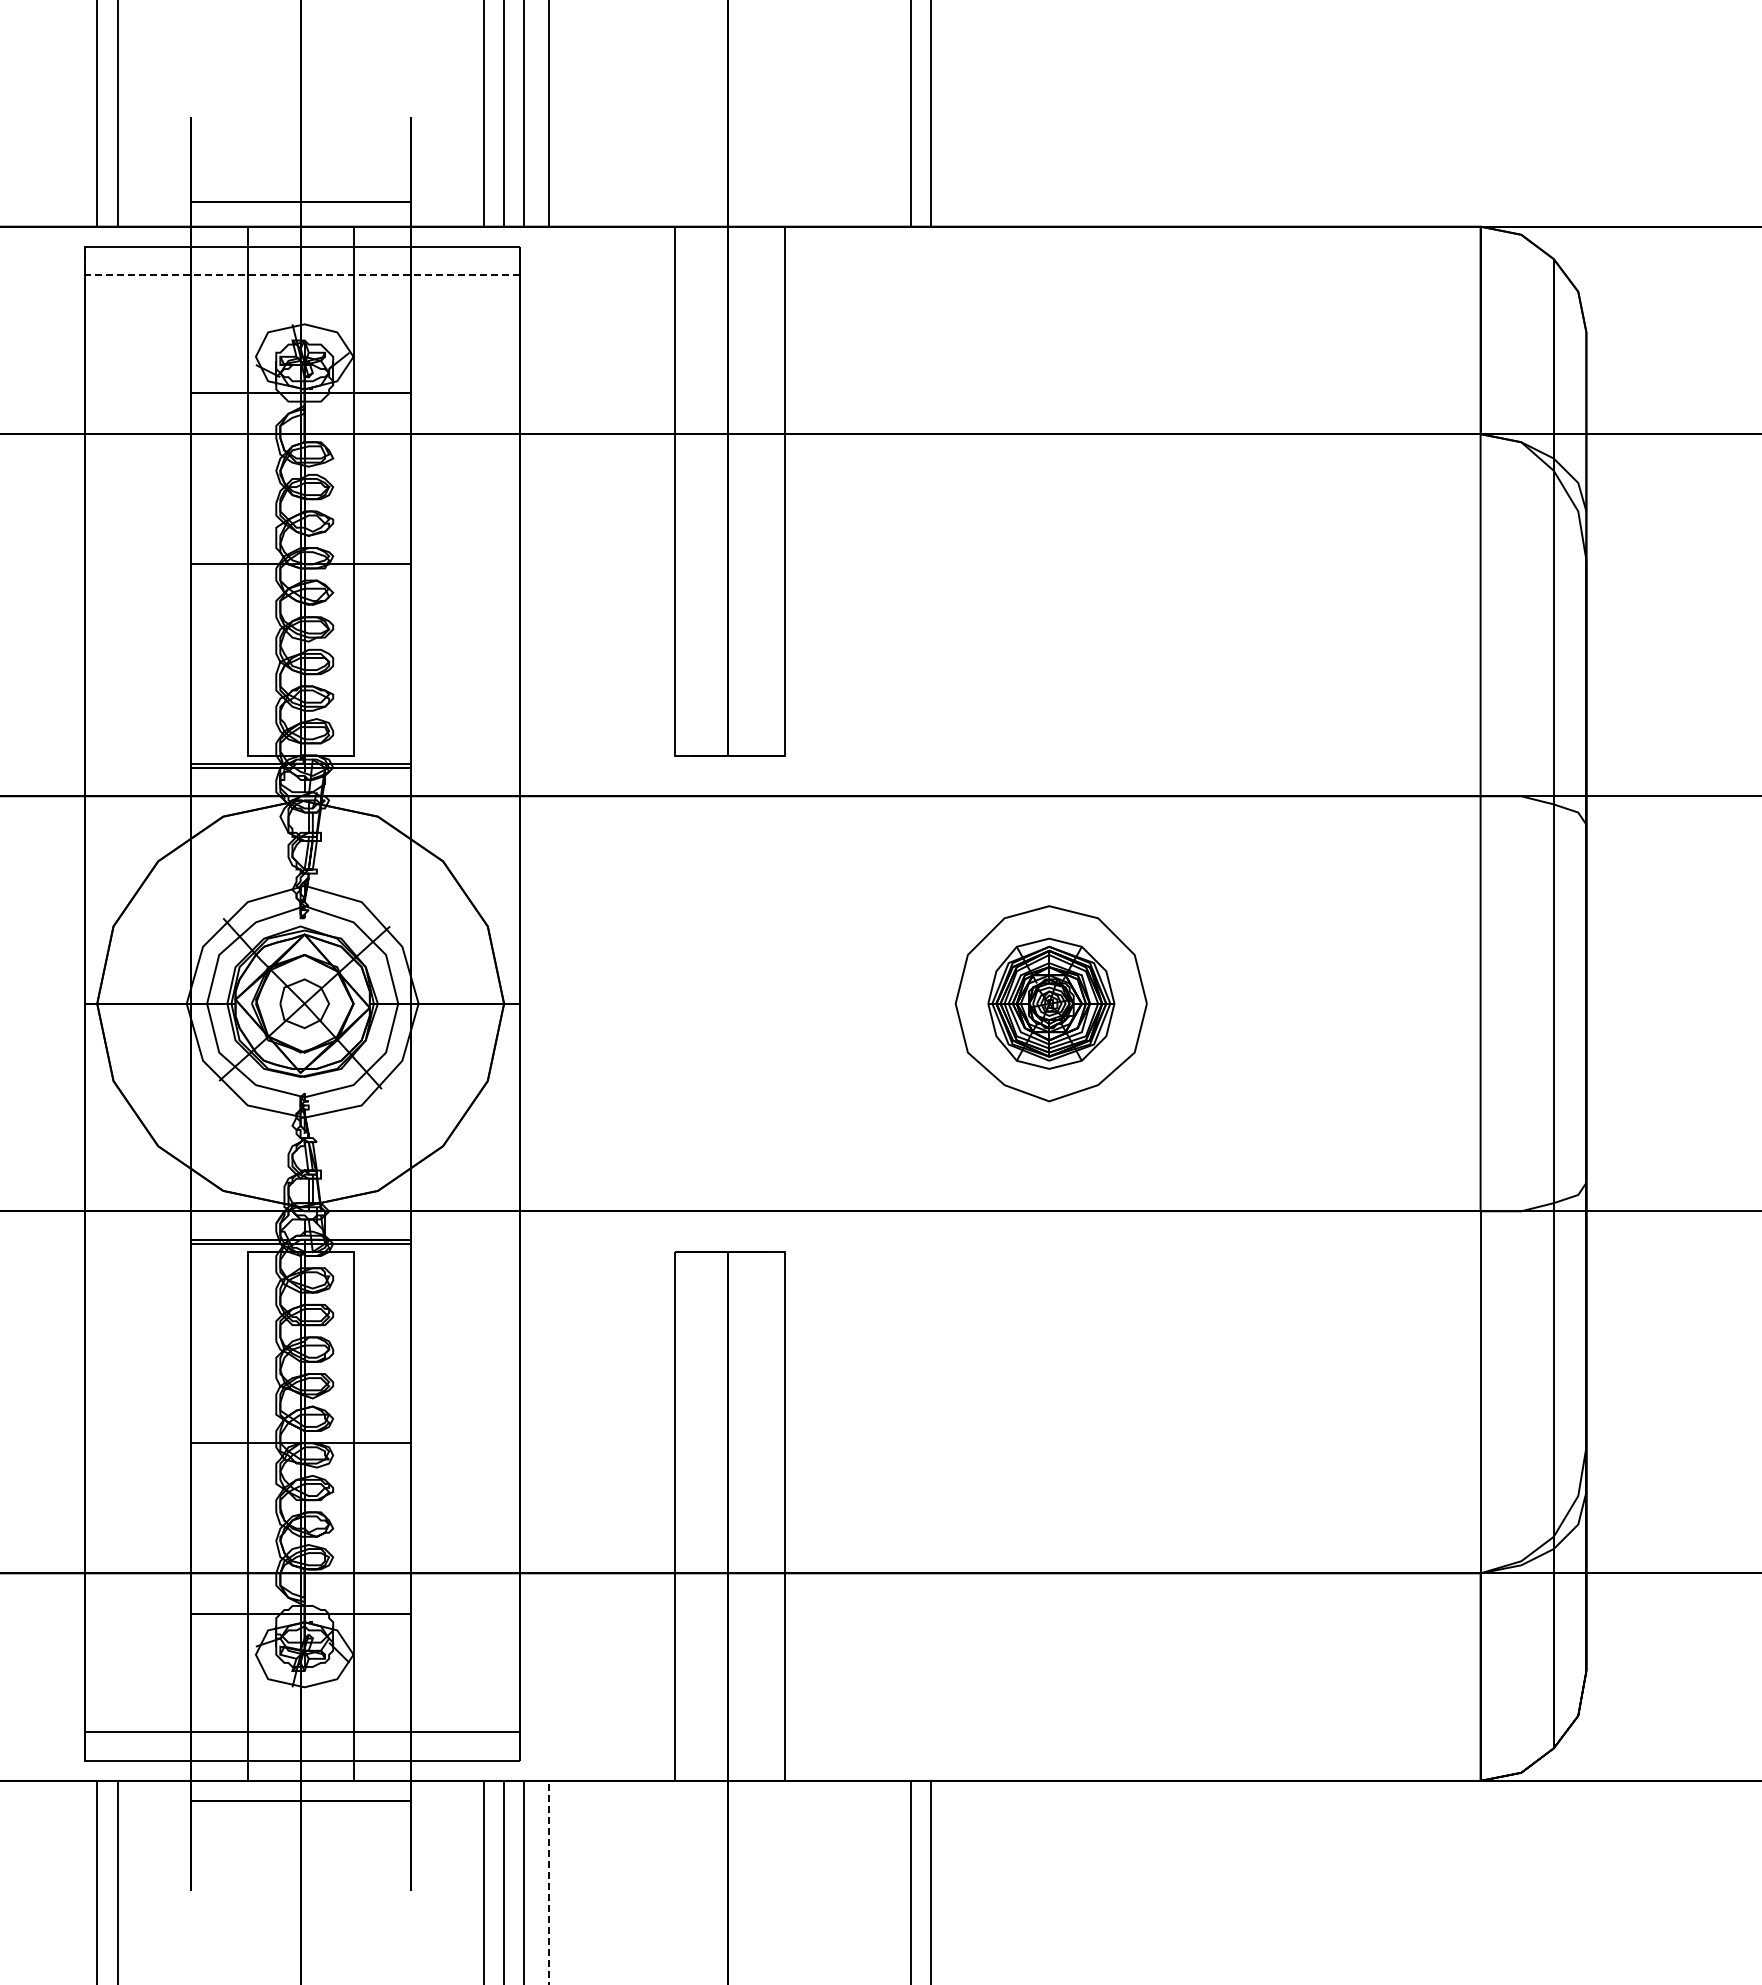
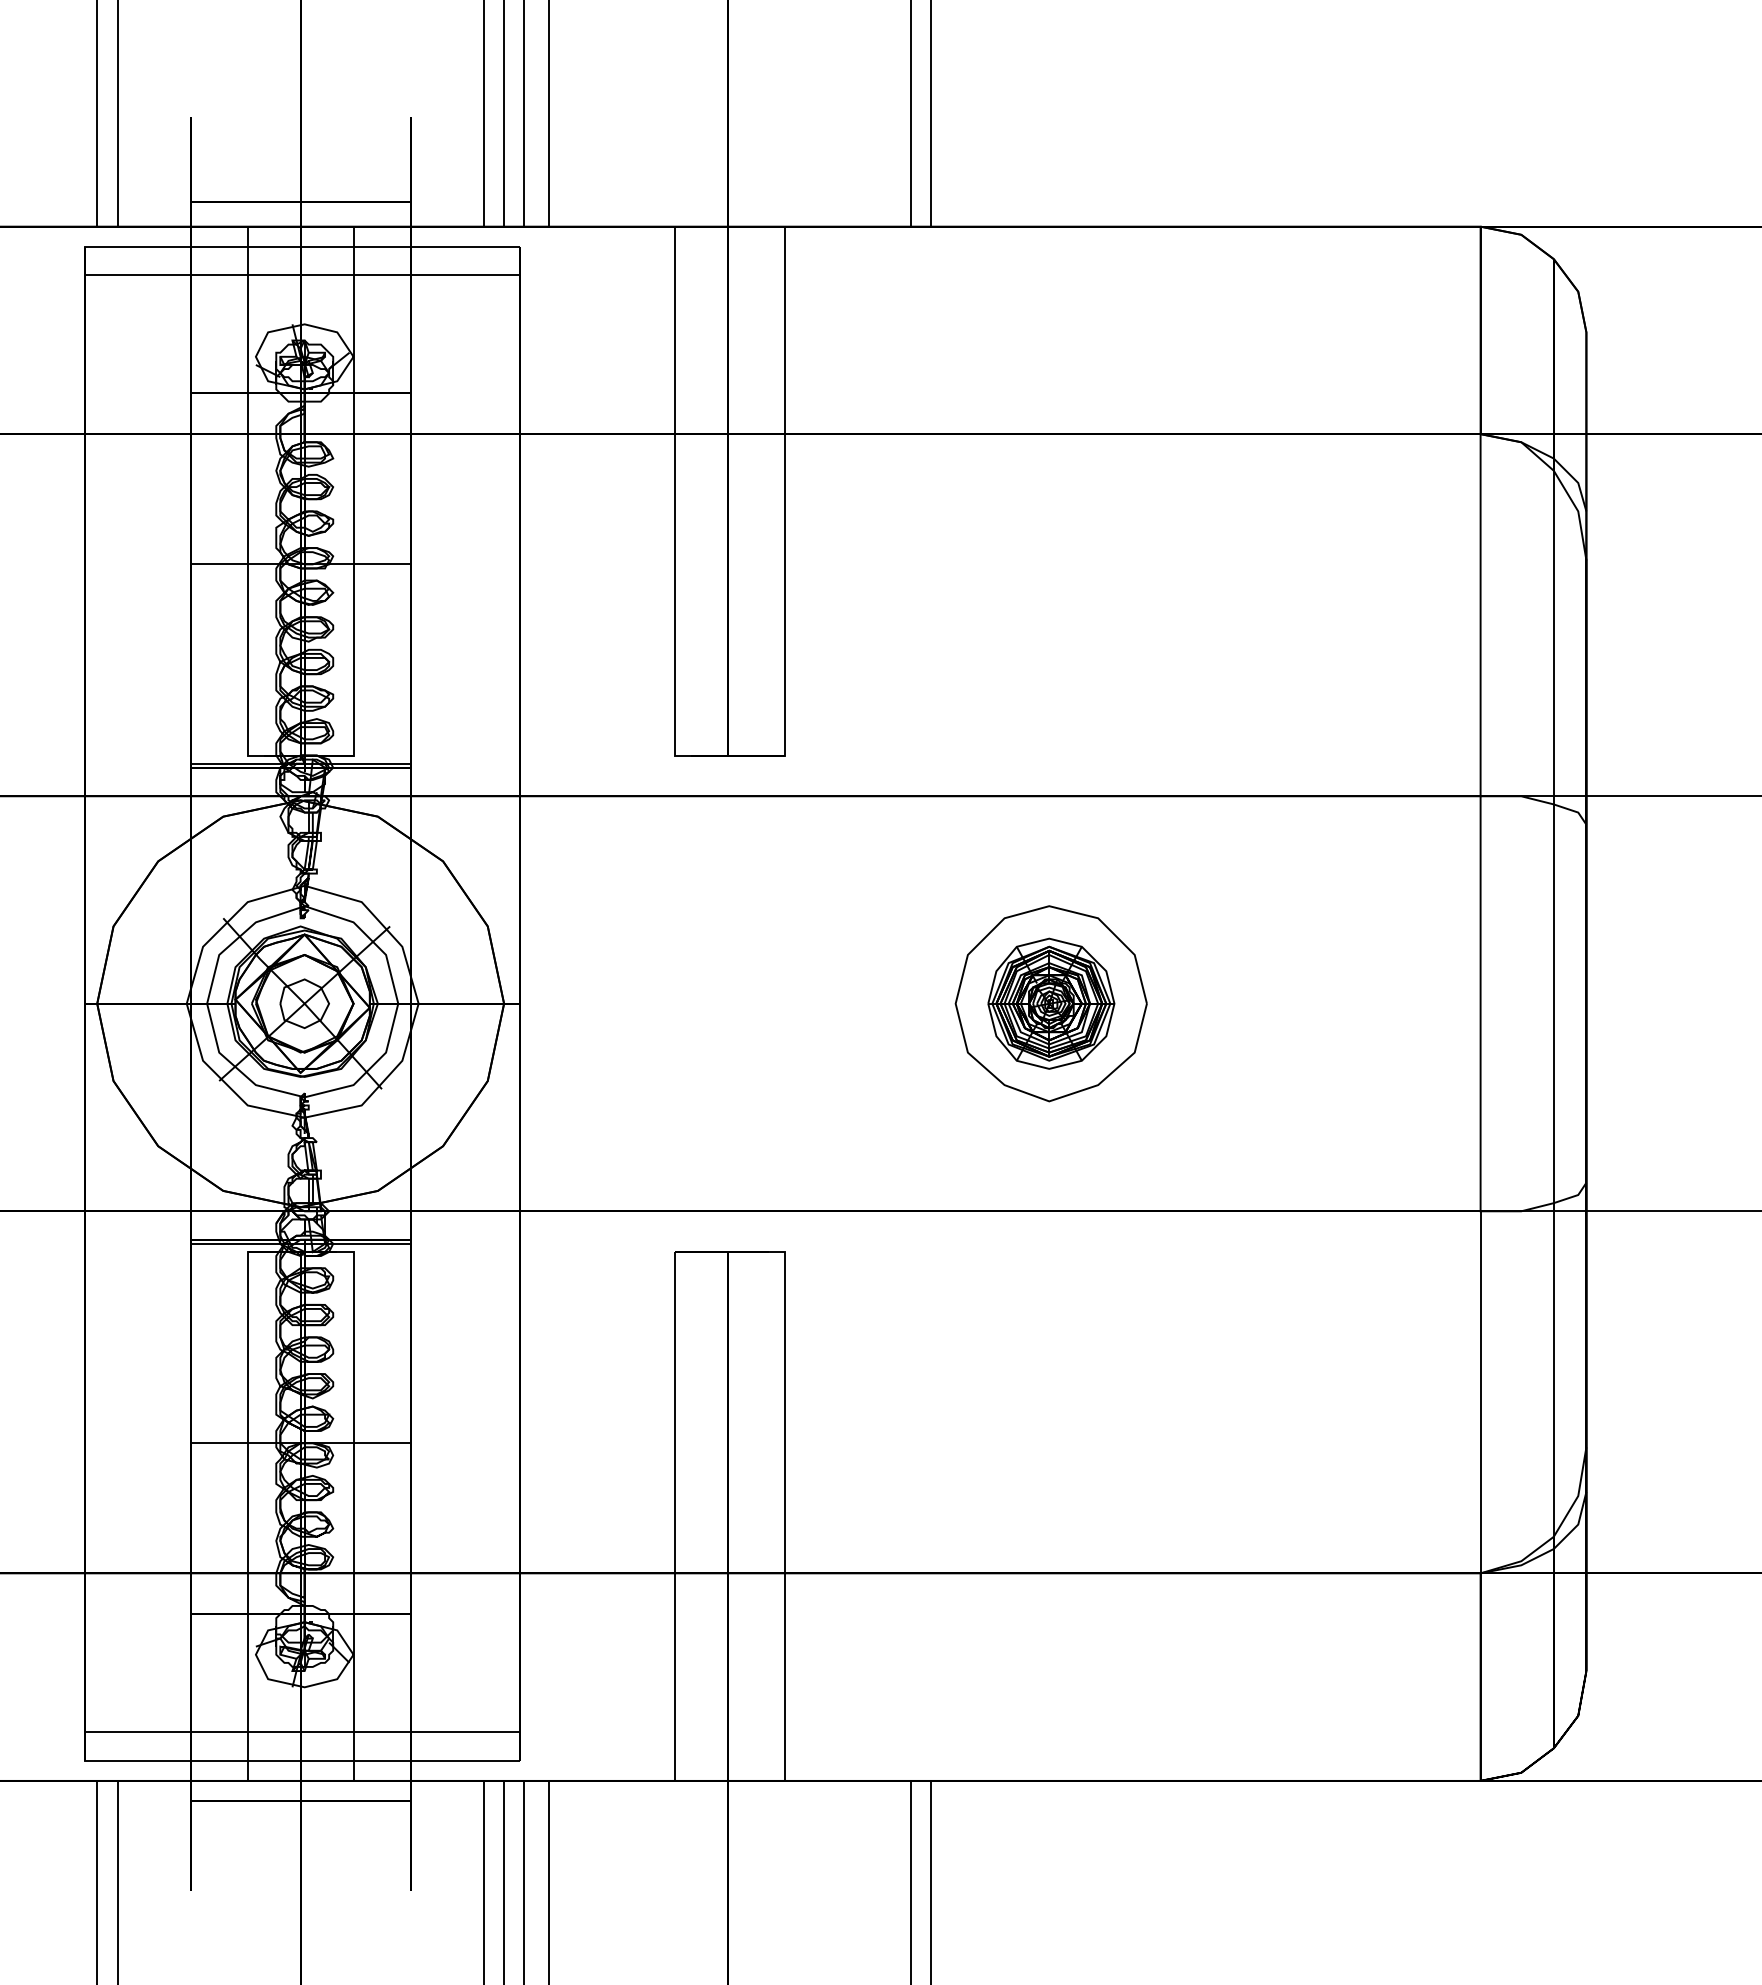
line at (287, 275): dashed -> solid
line at (548, 1882): dashed -> solid
